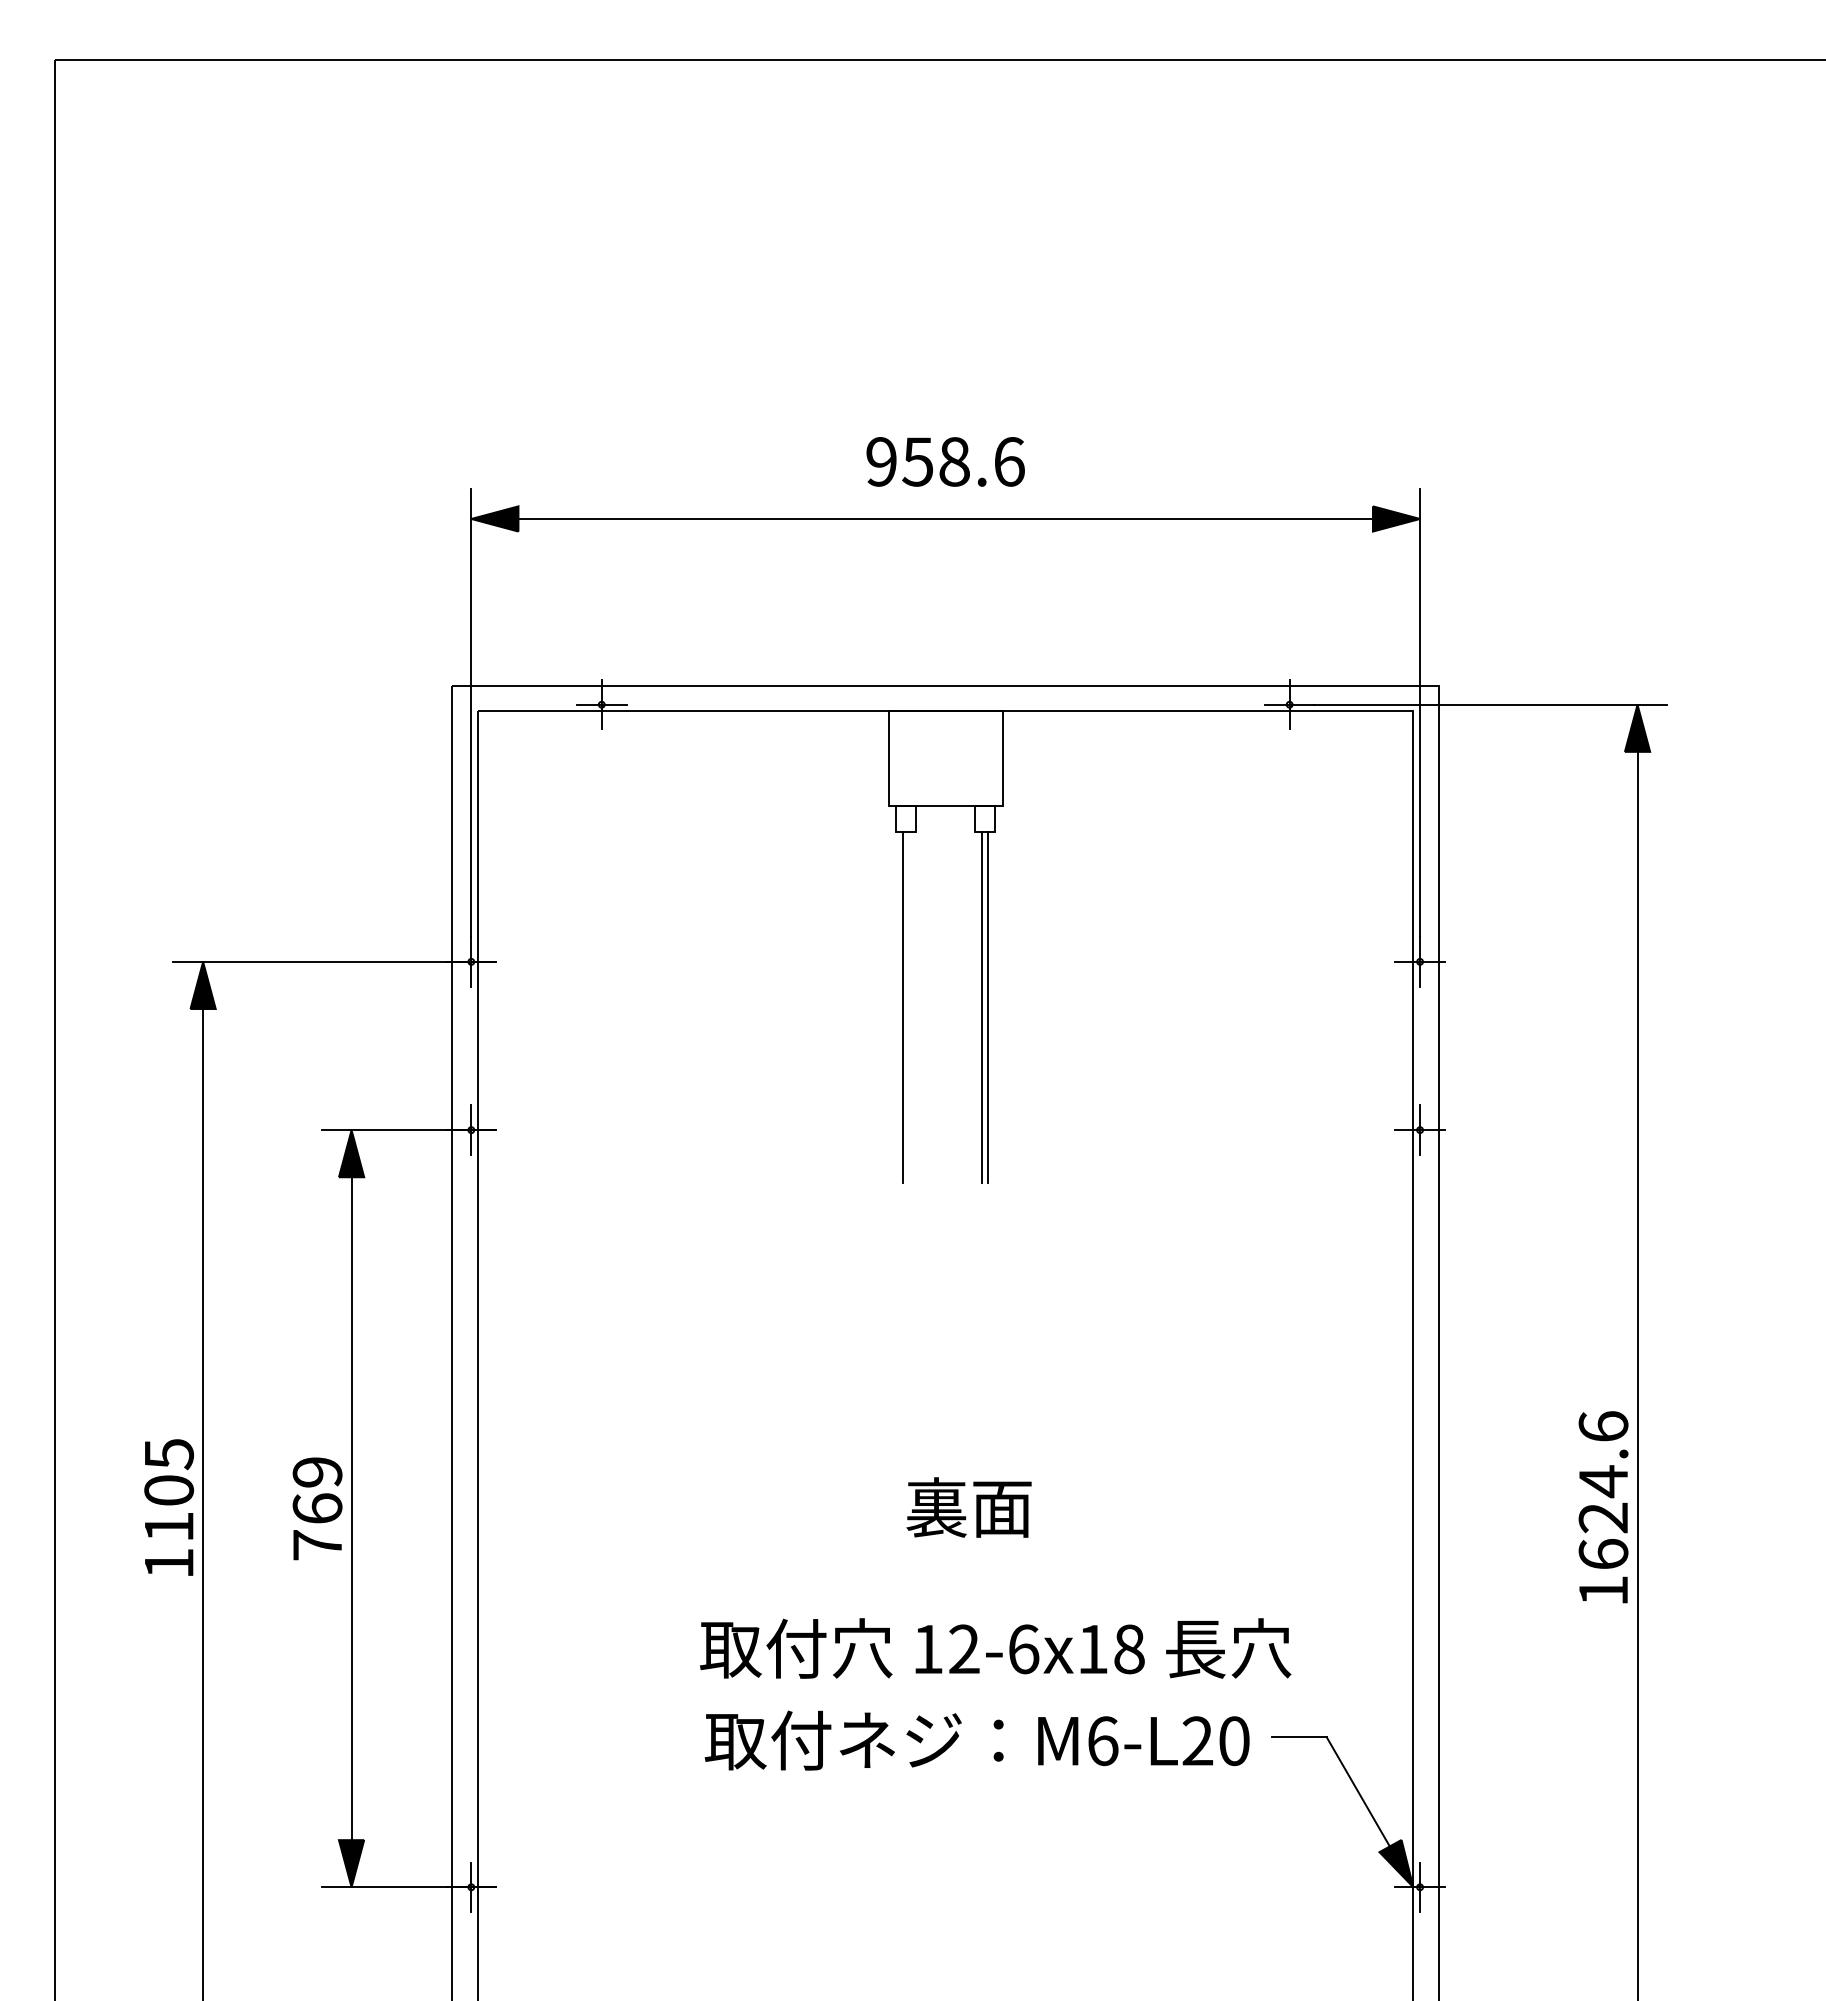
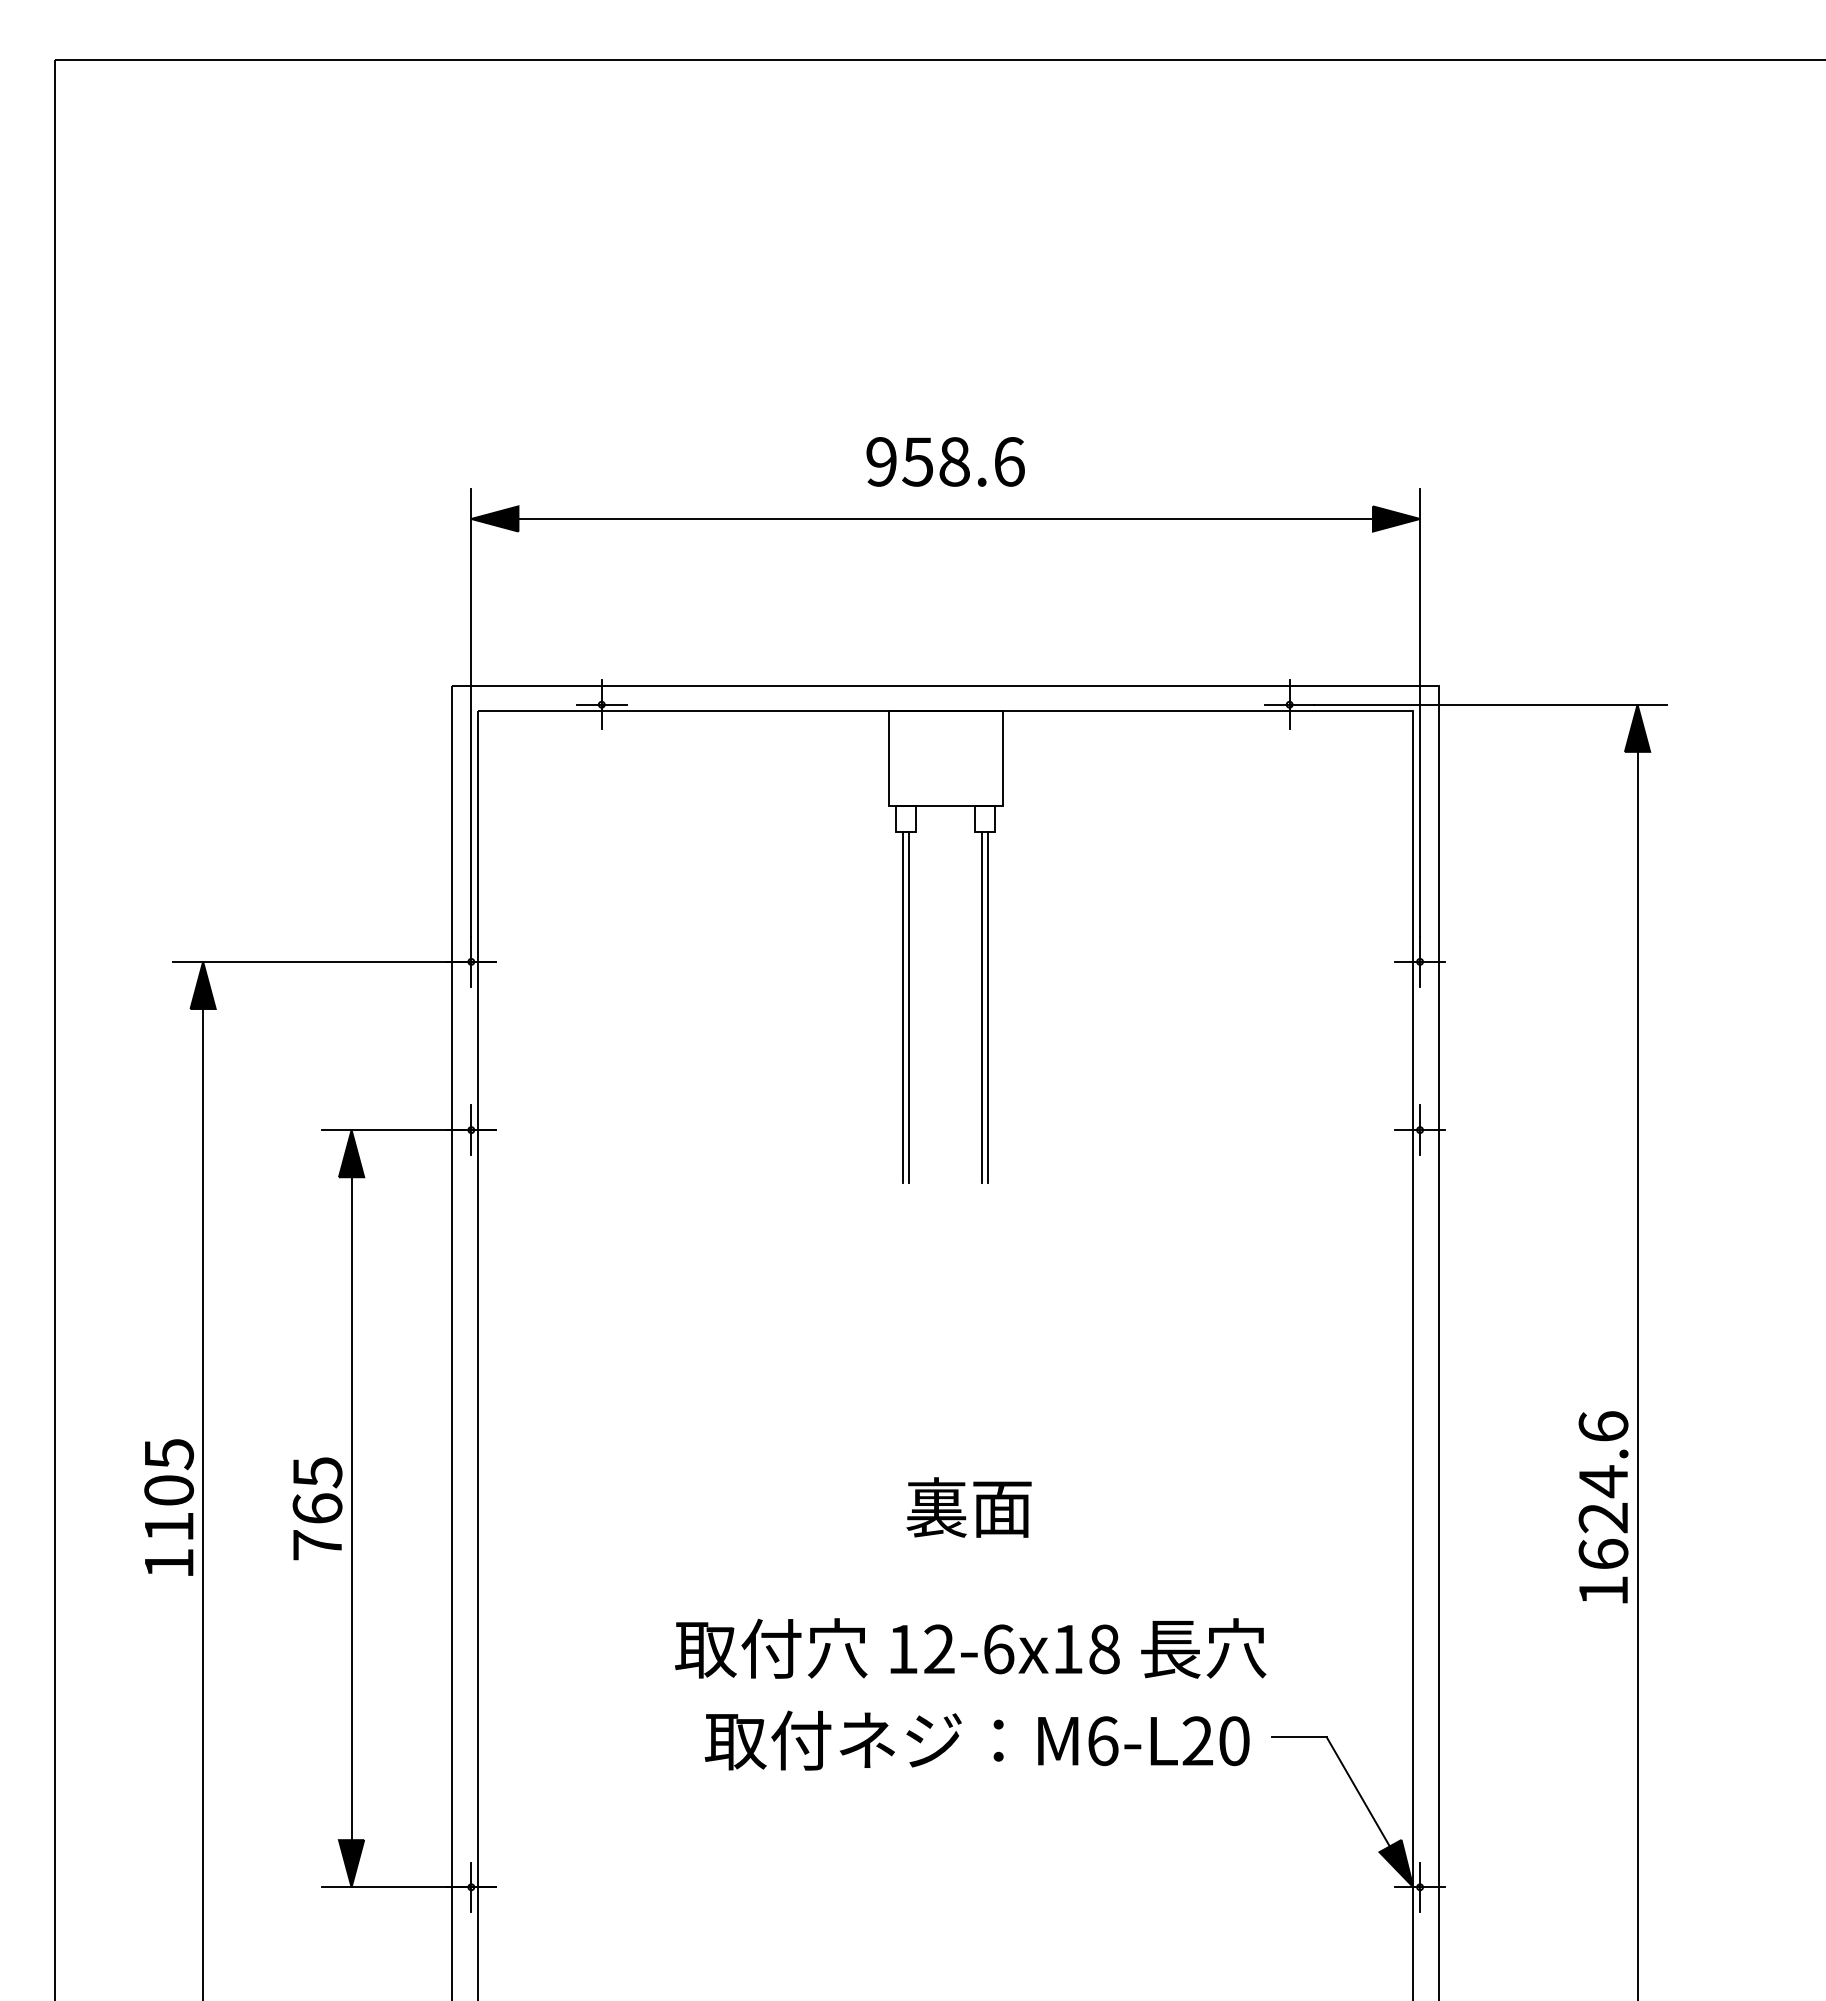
line at (909, 1007): none -> present
text at (317, 1472): 769 -> 765
text at (995, 1648) position: (995, 1648) -> (970, 1648)
